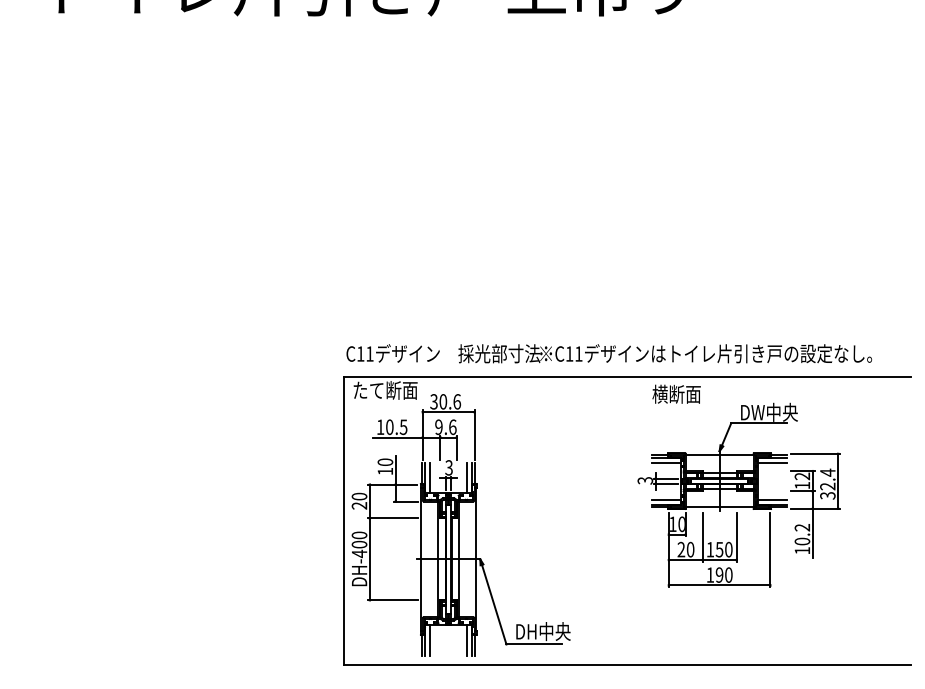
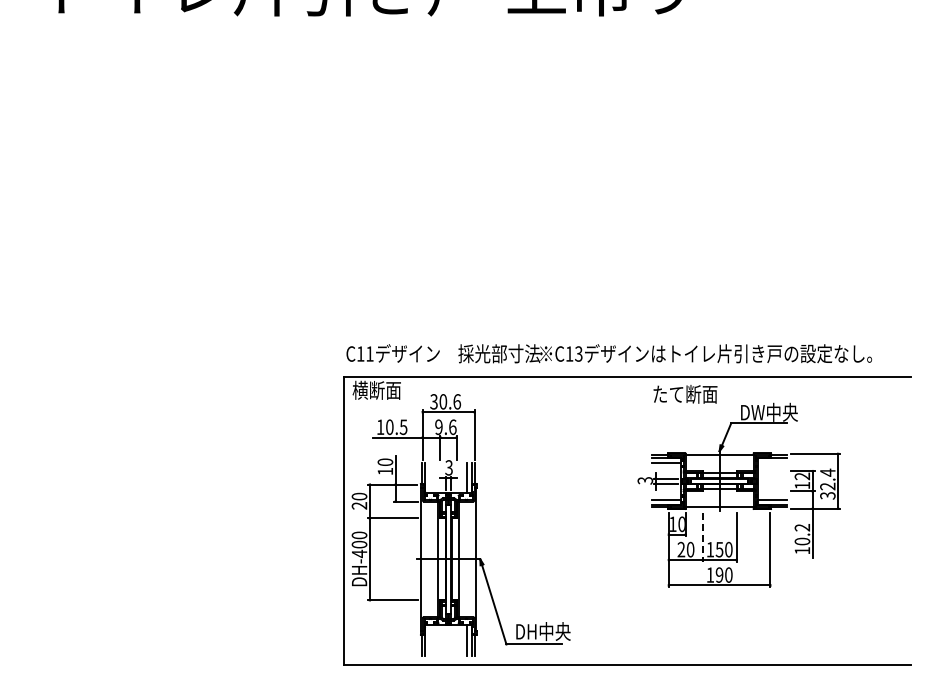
text at (578, 353): C11 -> C13
text at (384, 389): たて断面 -> 横断面
text at (684, 393): 横断面 -> たて断面
line at (772, 462): present -> none
line at (429, 478): present -> none
line at (702, 537): solid -> dashed
line at (429, 640): present -> none
